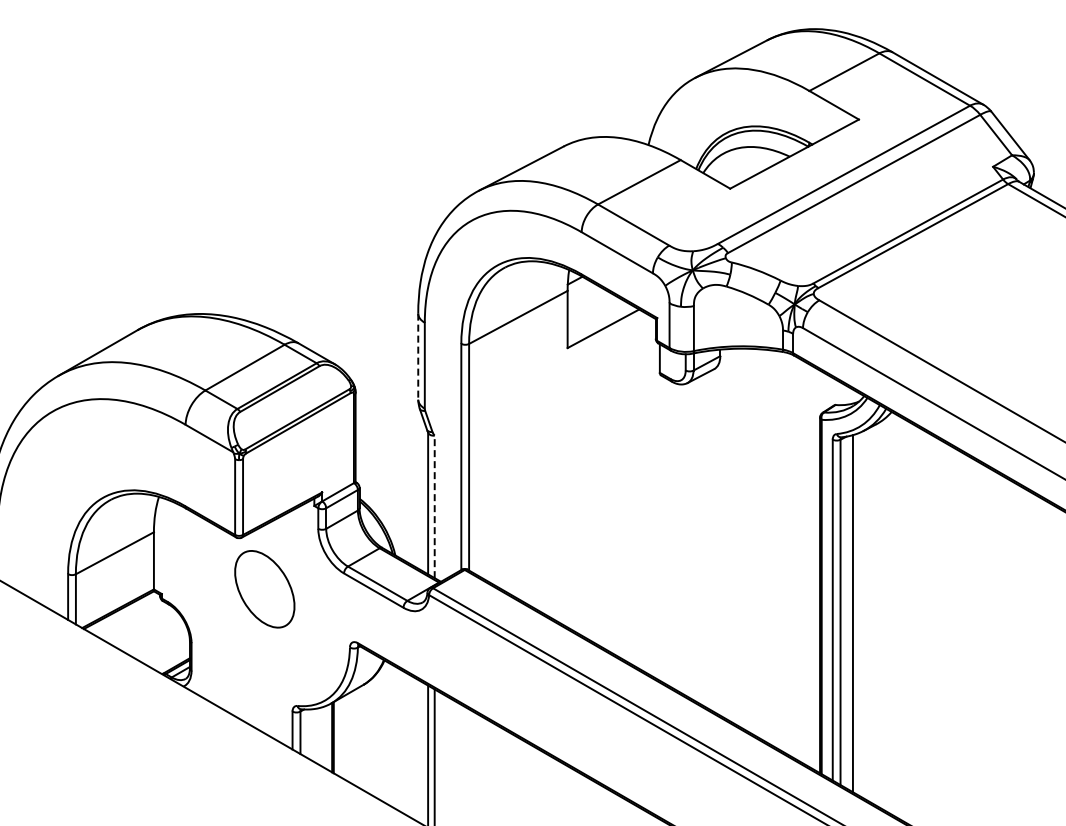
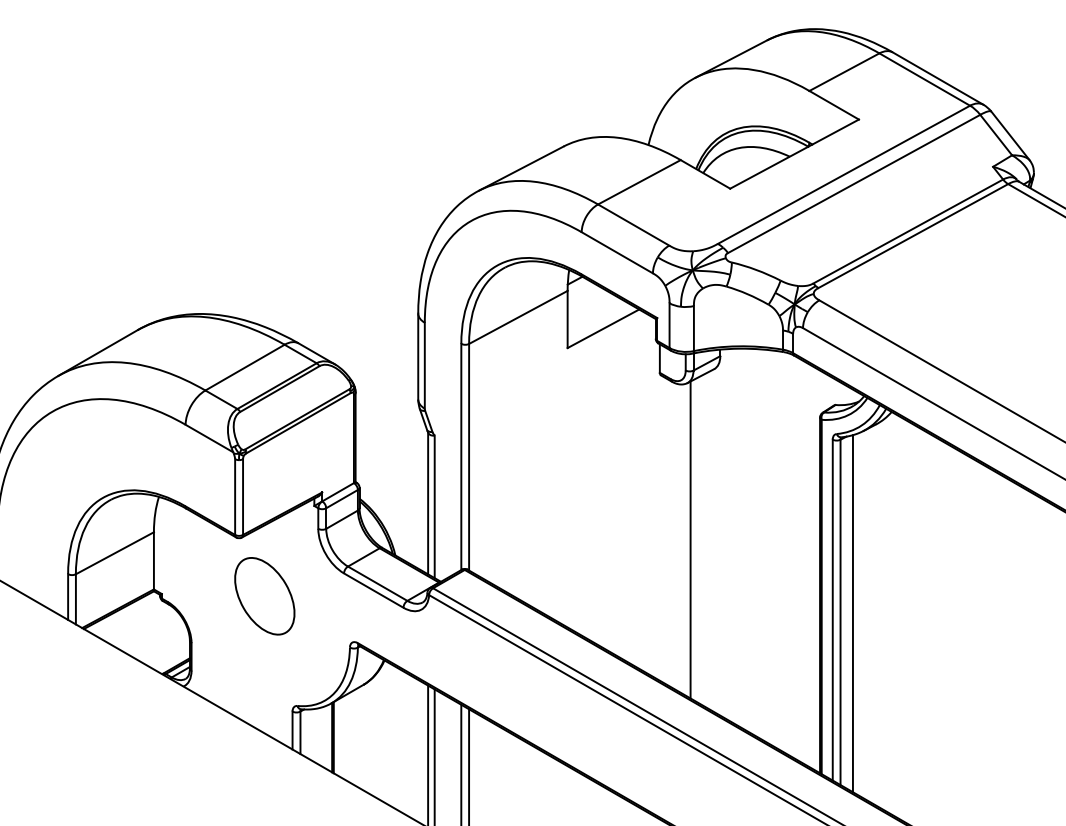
line at (418, 356): dashed -> solid
line at (434, 506): dashed -> solid
line at (690, 539): none -> present
part at (264, 589) position: (264, 589) -> (264, 596)
line at (461, 763): none -> present
line at (469, 765): none -> present
